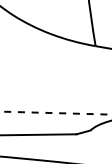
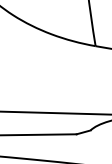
line at (56, 113): dashed -> solid
